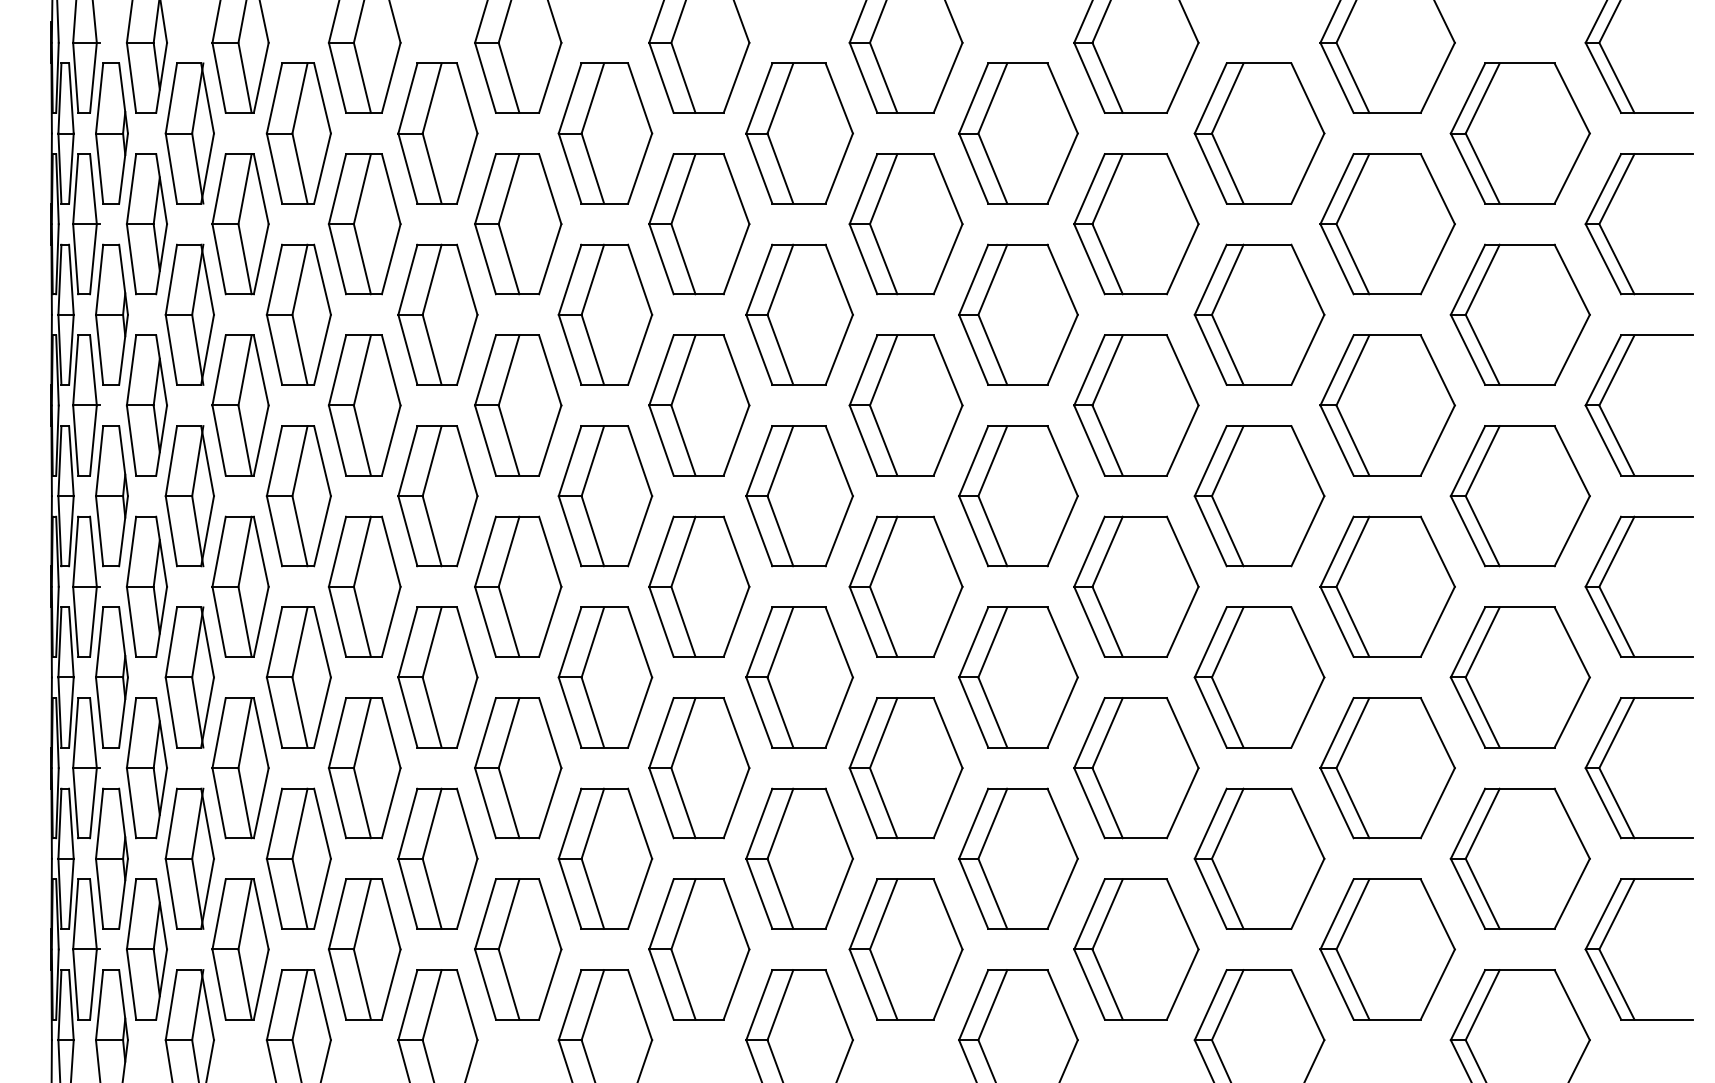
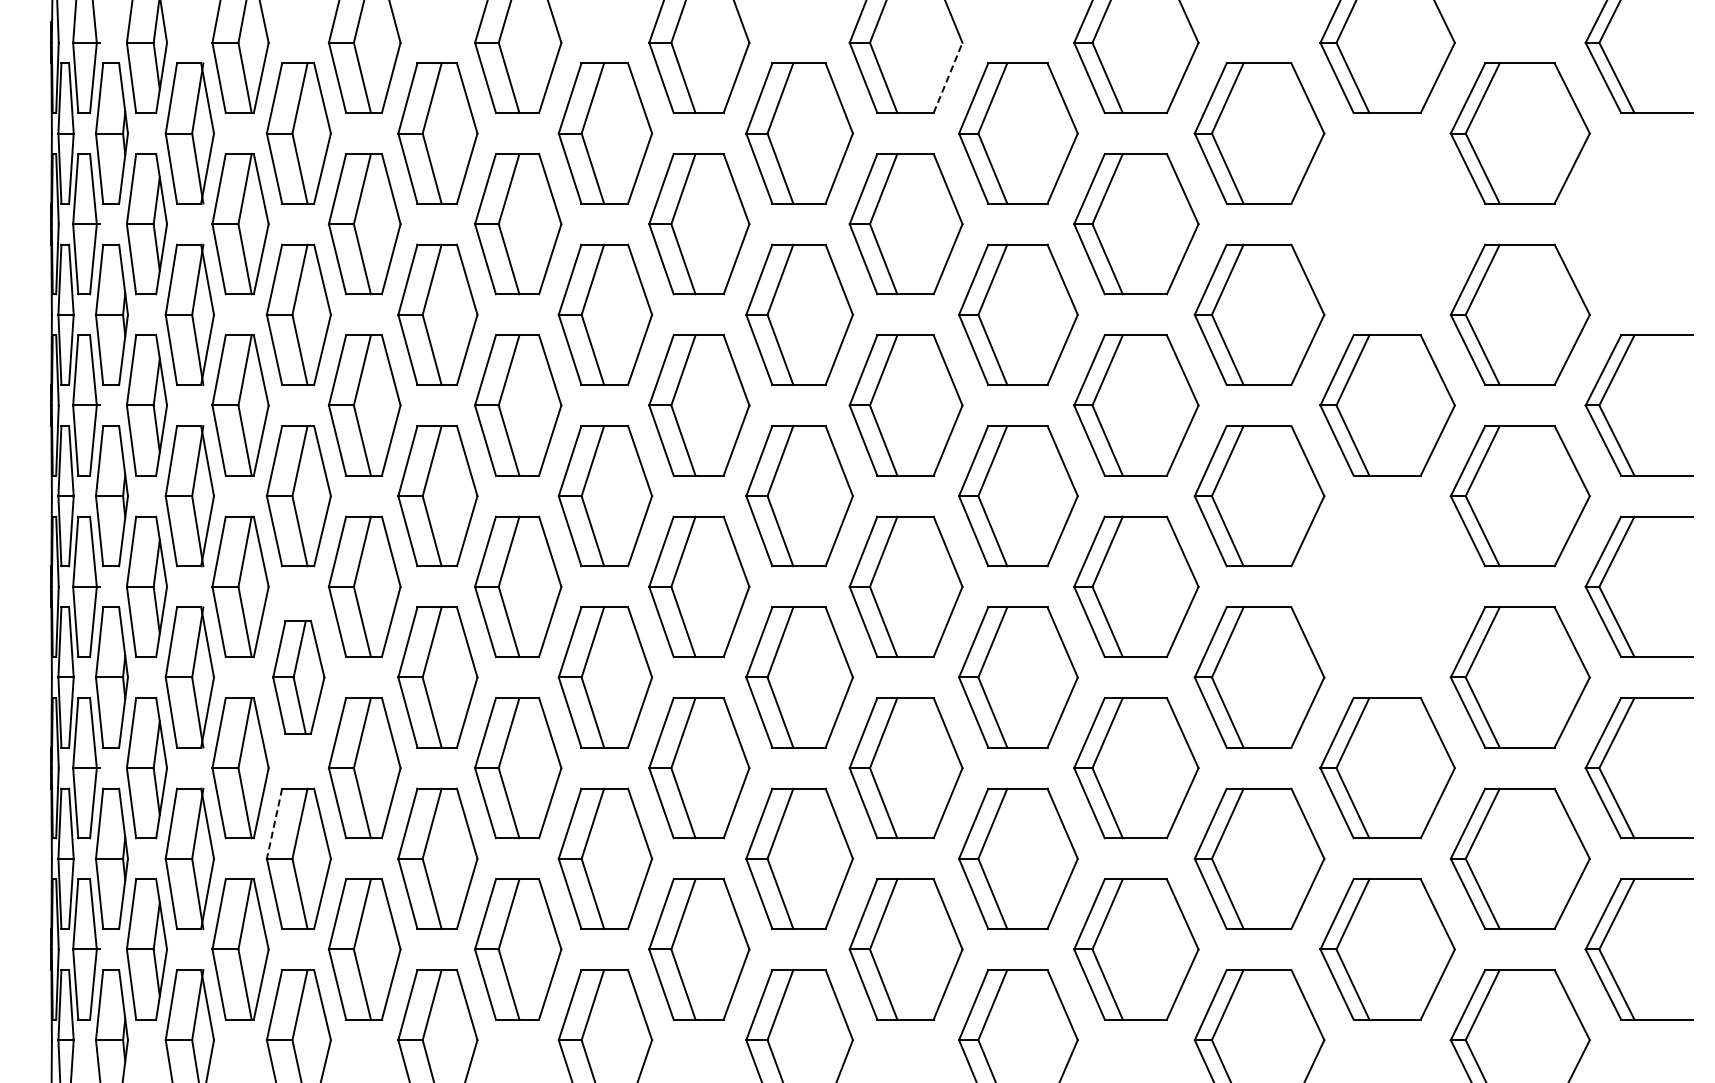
line at (948, 77): solid -> dashed
part at (1387, 224): present -> none
part at (1608, 239): present -> none
part at (1387, 586): present -> none
part at (298, 677) size: 67x143 px -> 54x115 px
line at (274, 823): solid -> dashed
